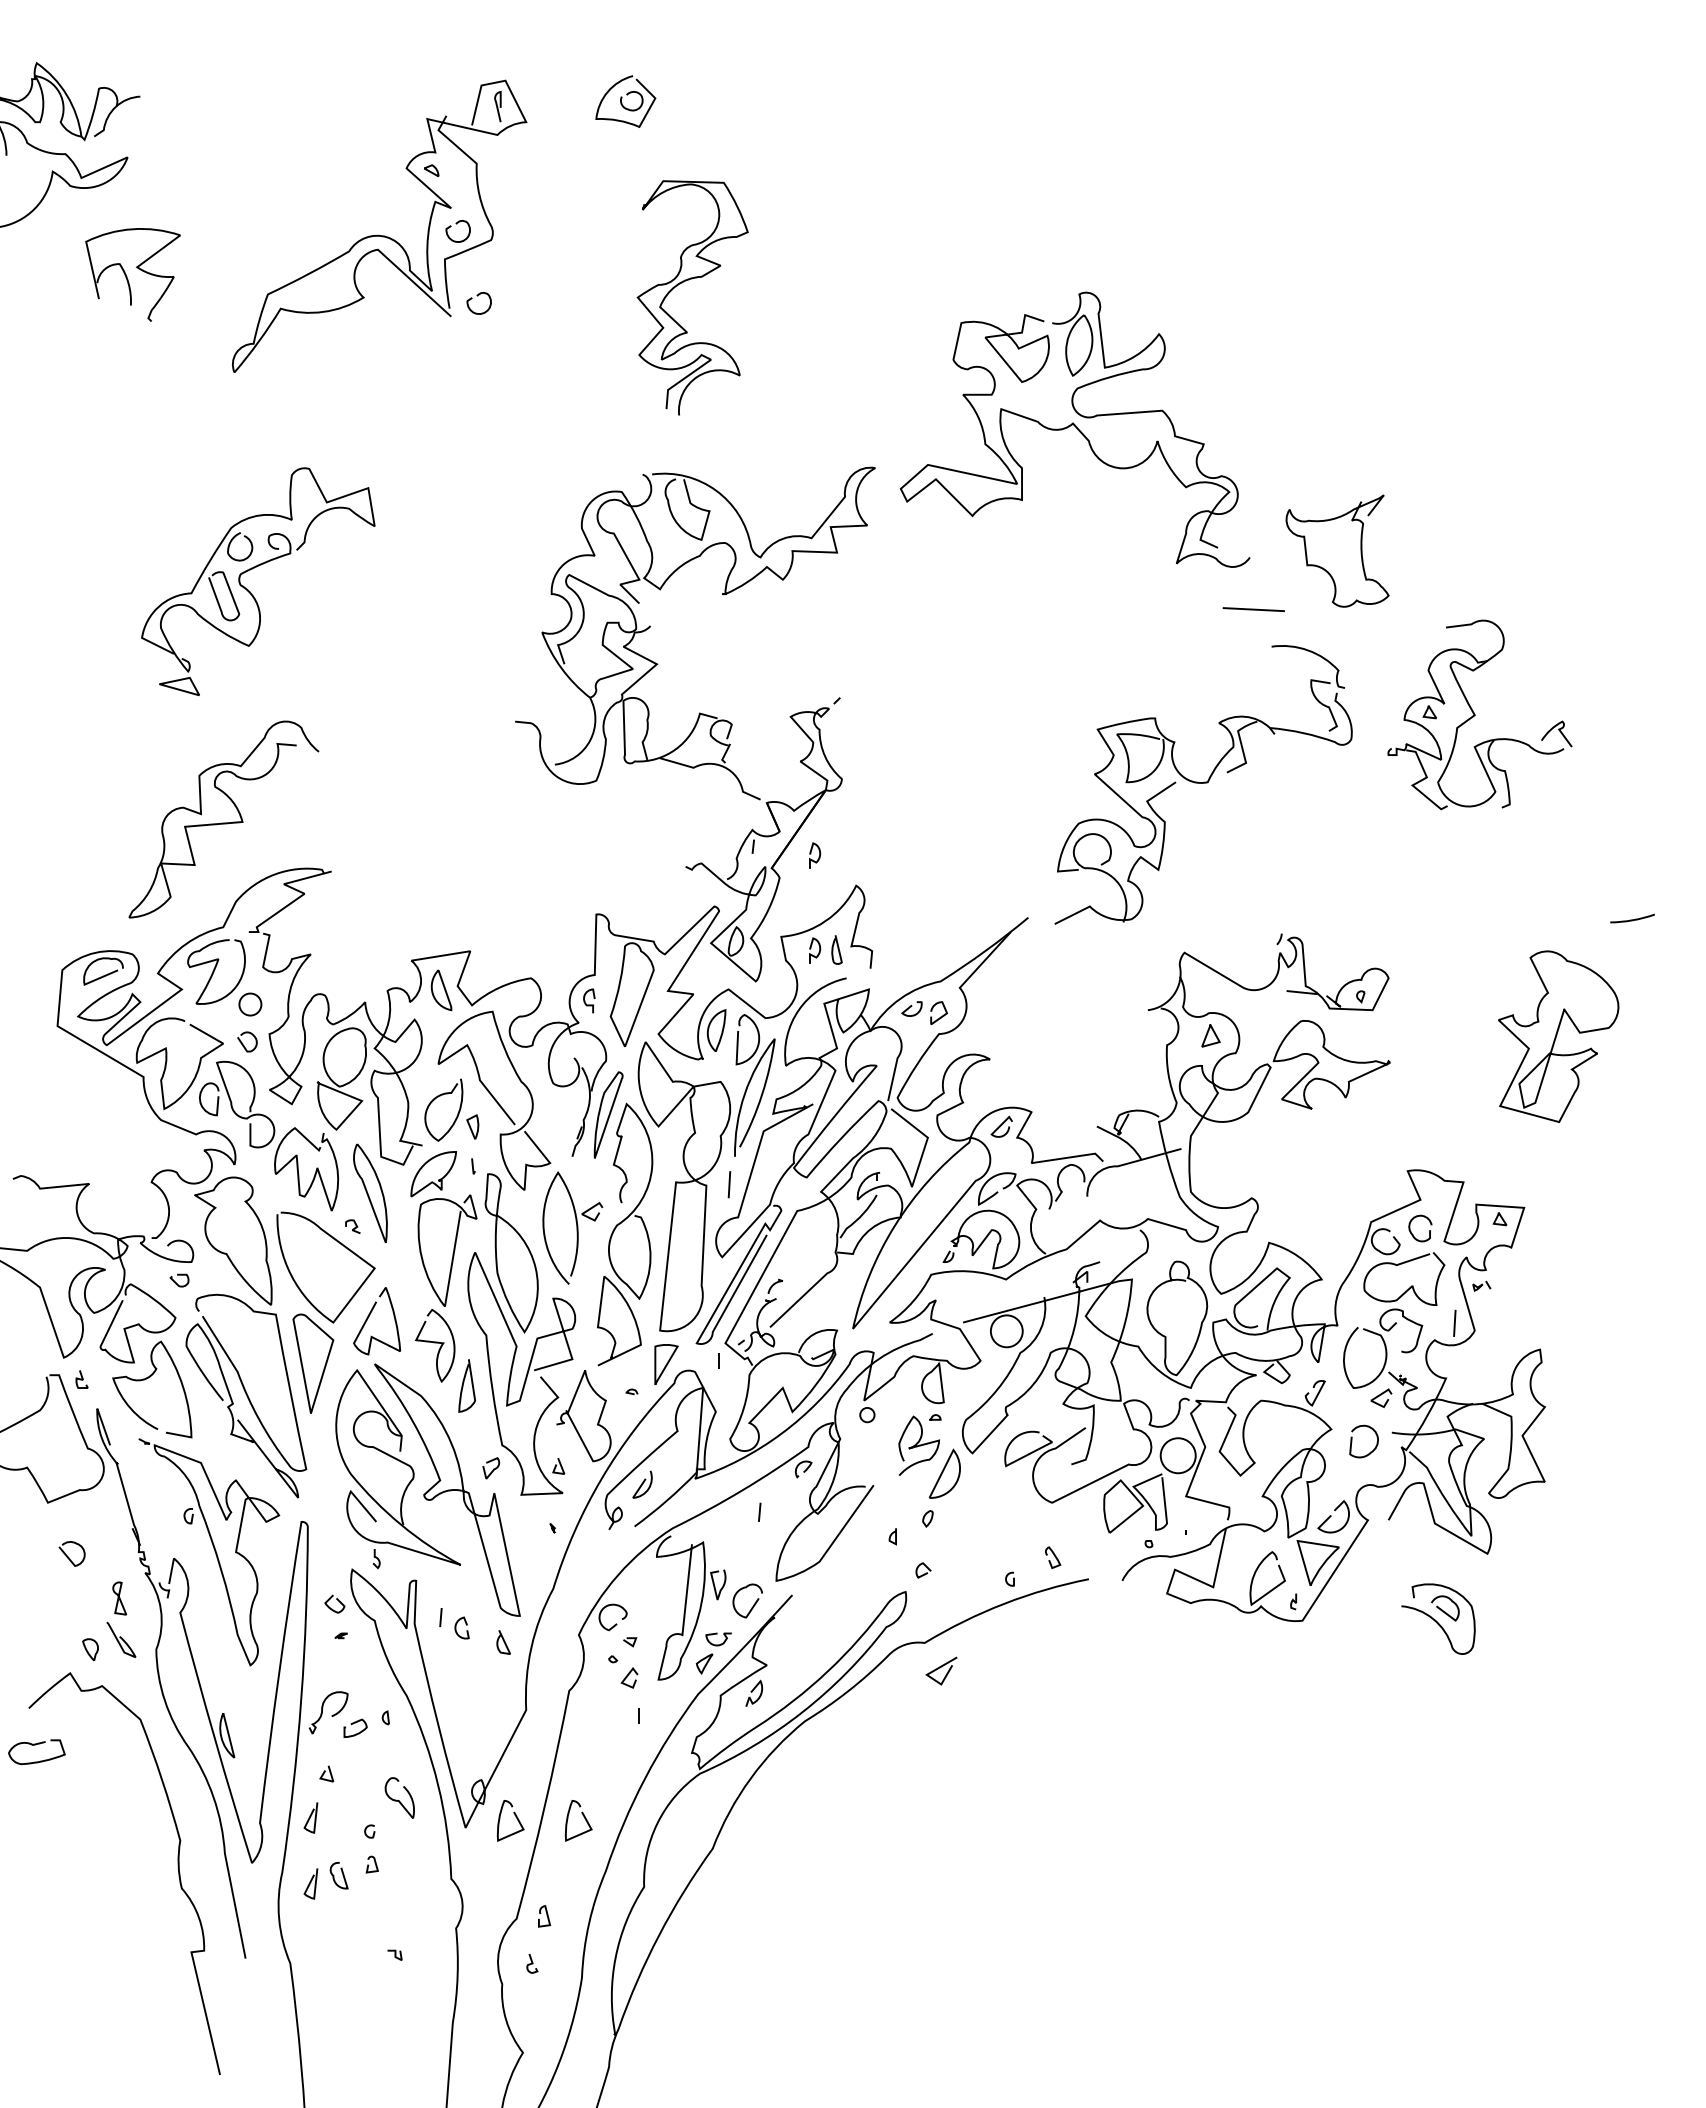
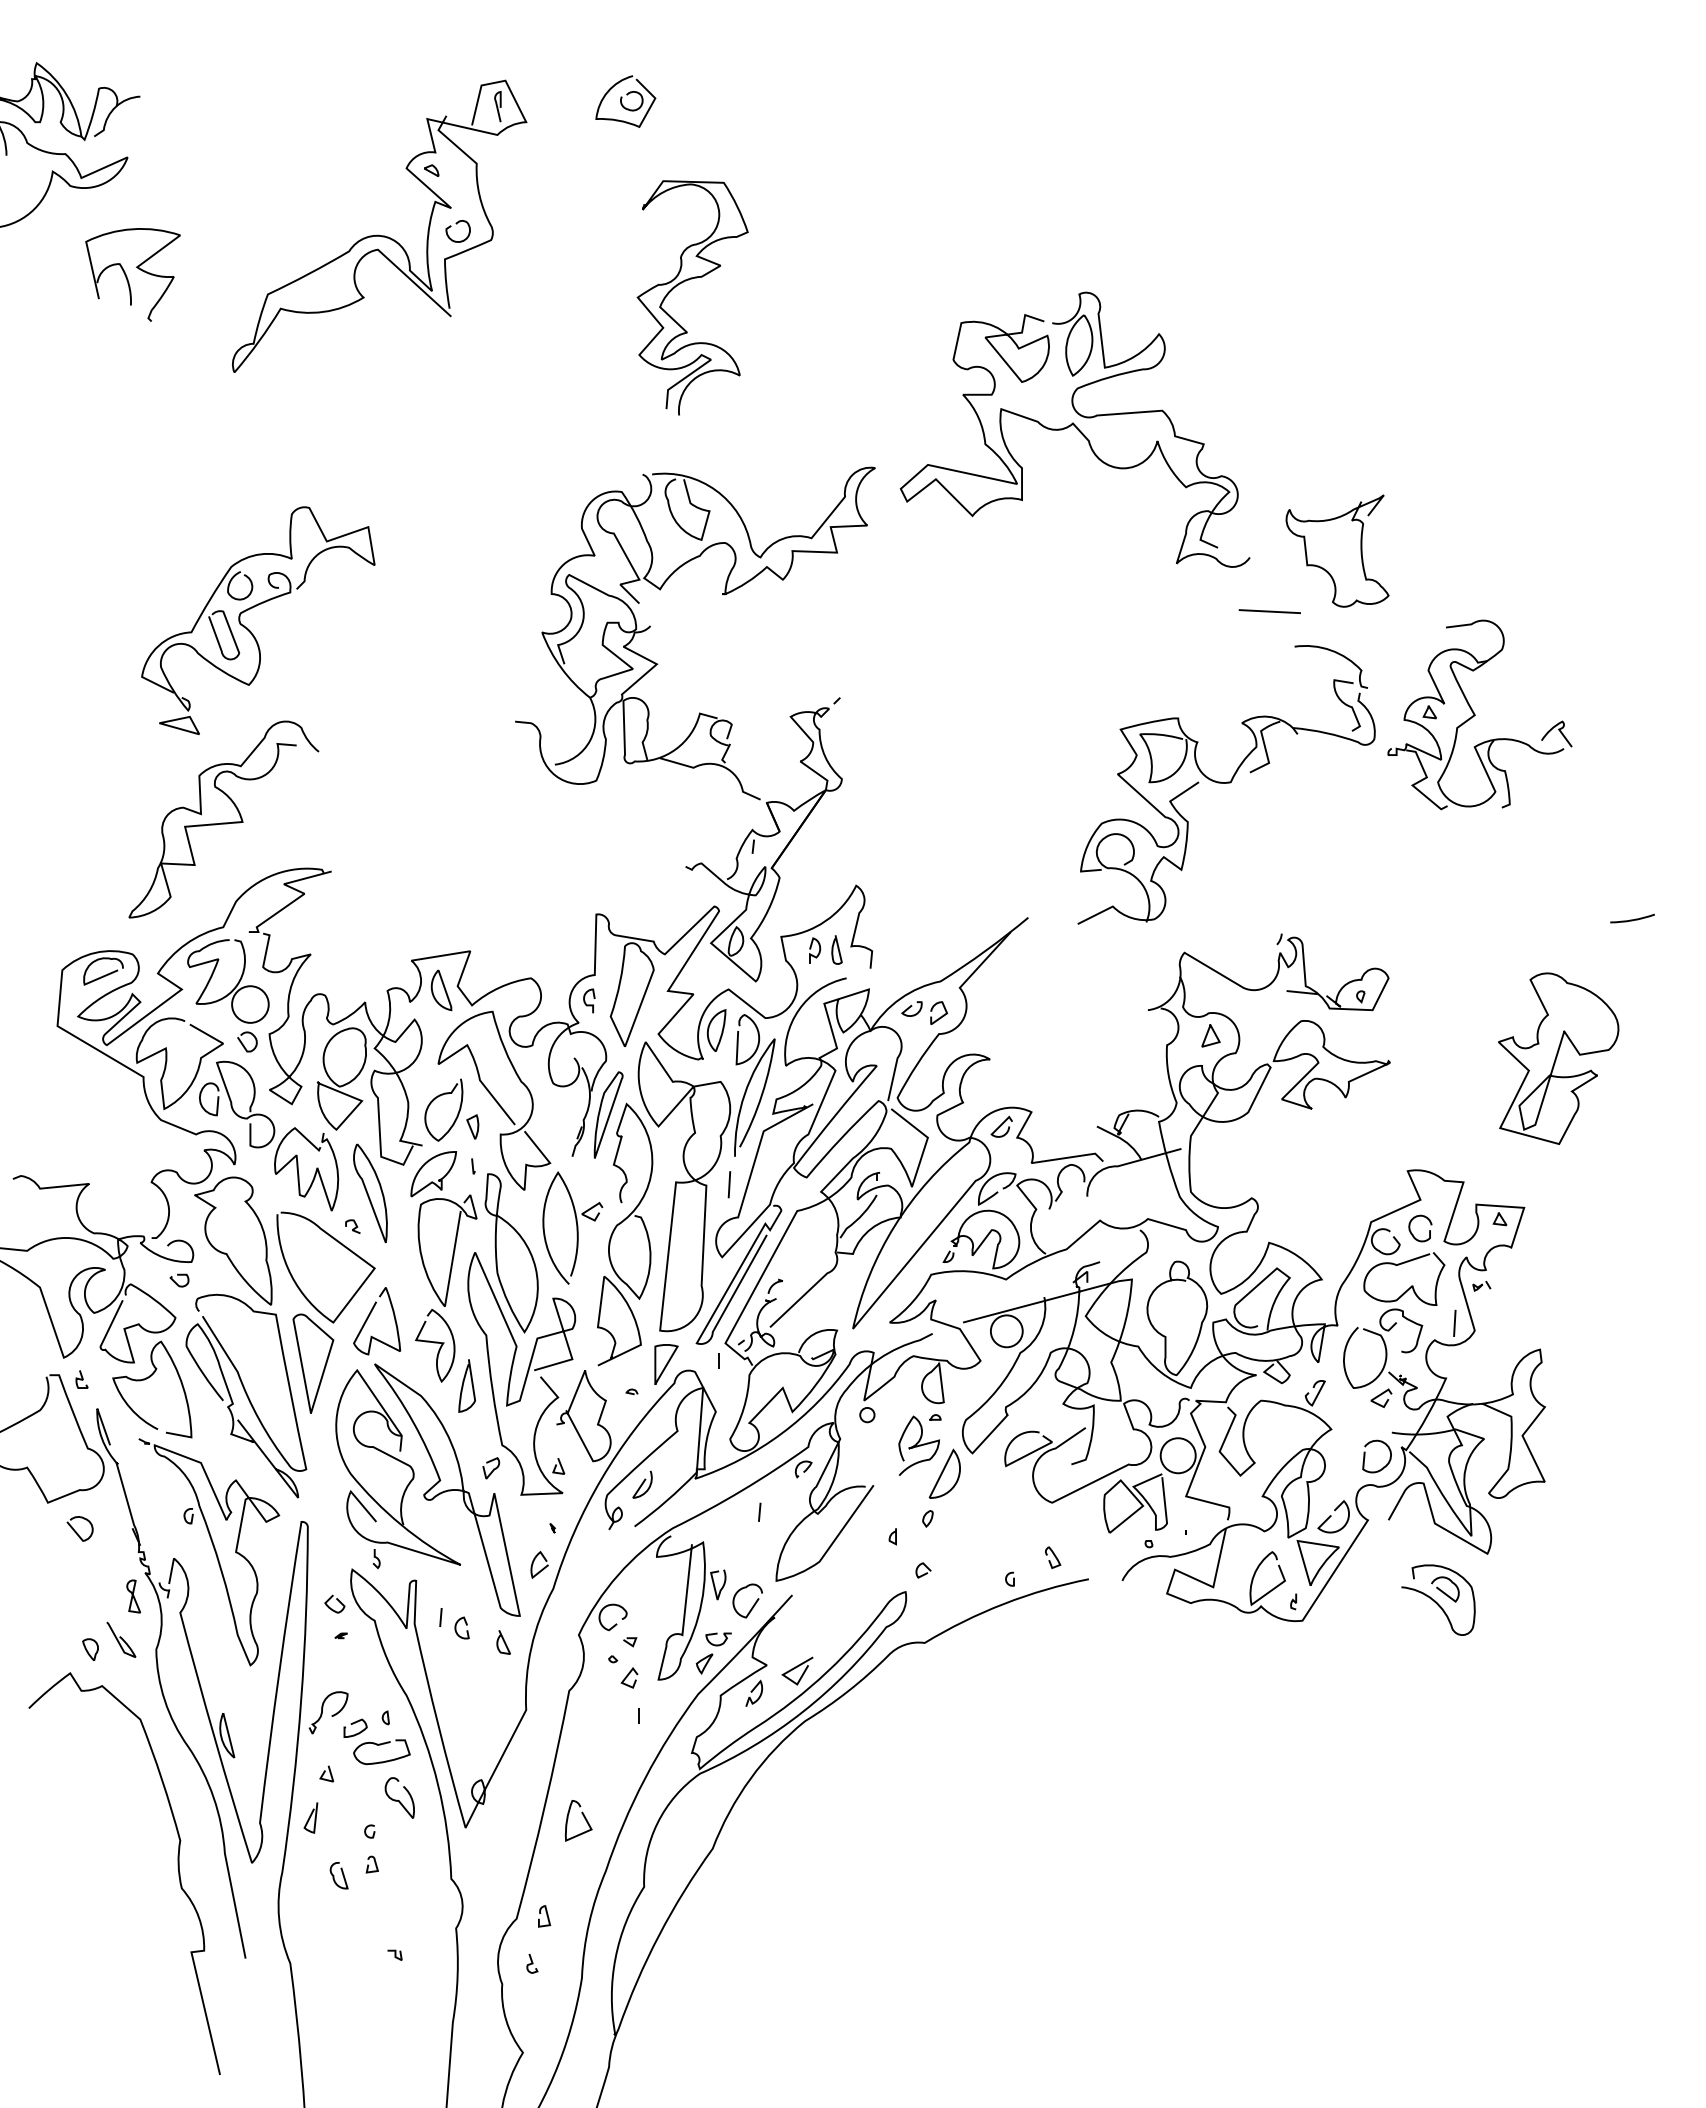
curve at (478, 296): present -> none
part at (249, 590) position: (249, 590) -> (249, 629)
line at (1253, 609) position: (1253, 609) -> (1269, 611)
part at (1203, 784) position: (1203, 784) -> (1226, 784)
curve at (818, 856): present -> none
circle at (250, 1004) diameter: 22 px -> 37 px
part at (1558, 1036) position: (1558, 1036) -> (1558, 1058)
curve at (1352, 1441) position: (1352, 1441) -> (1365, 1456)
curve at (68, 1556) position: (68, 1556) -> (76, 1531)
curve at (543, 1567): none -> present
part at (119, 1598) position: (119, 1598) -> (133, 1596)
part at (1438, 1618) position: (1438, 1618) -> (1438, 1599)
line at (940, 1668) position: (940, 1668) -> (796, 1668)
curve at (36, 1745) position: (36, 1745) -> (381, 1745)
curve at (515, 1817): present -> none
curve at (310, 1883): present -> none
